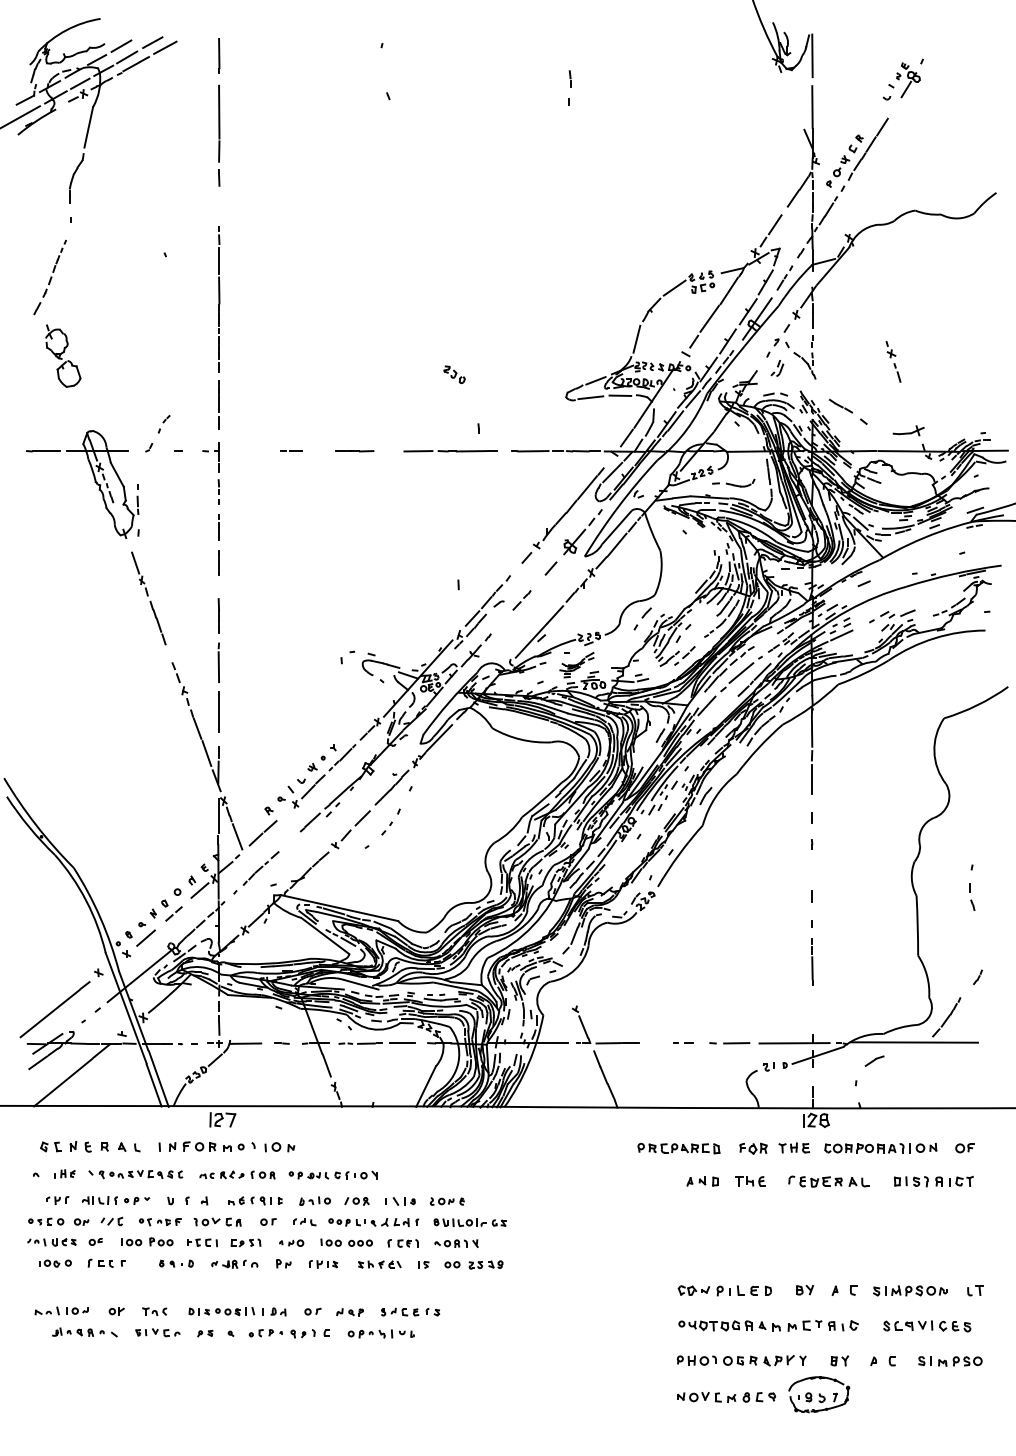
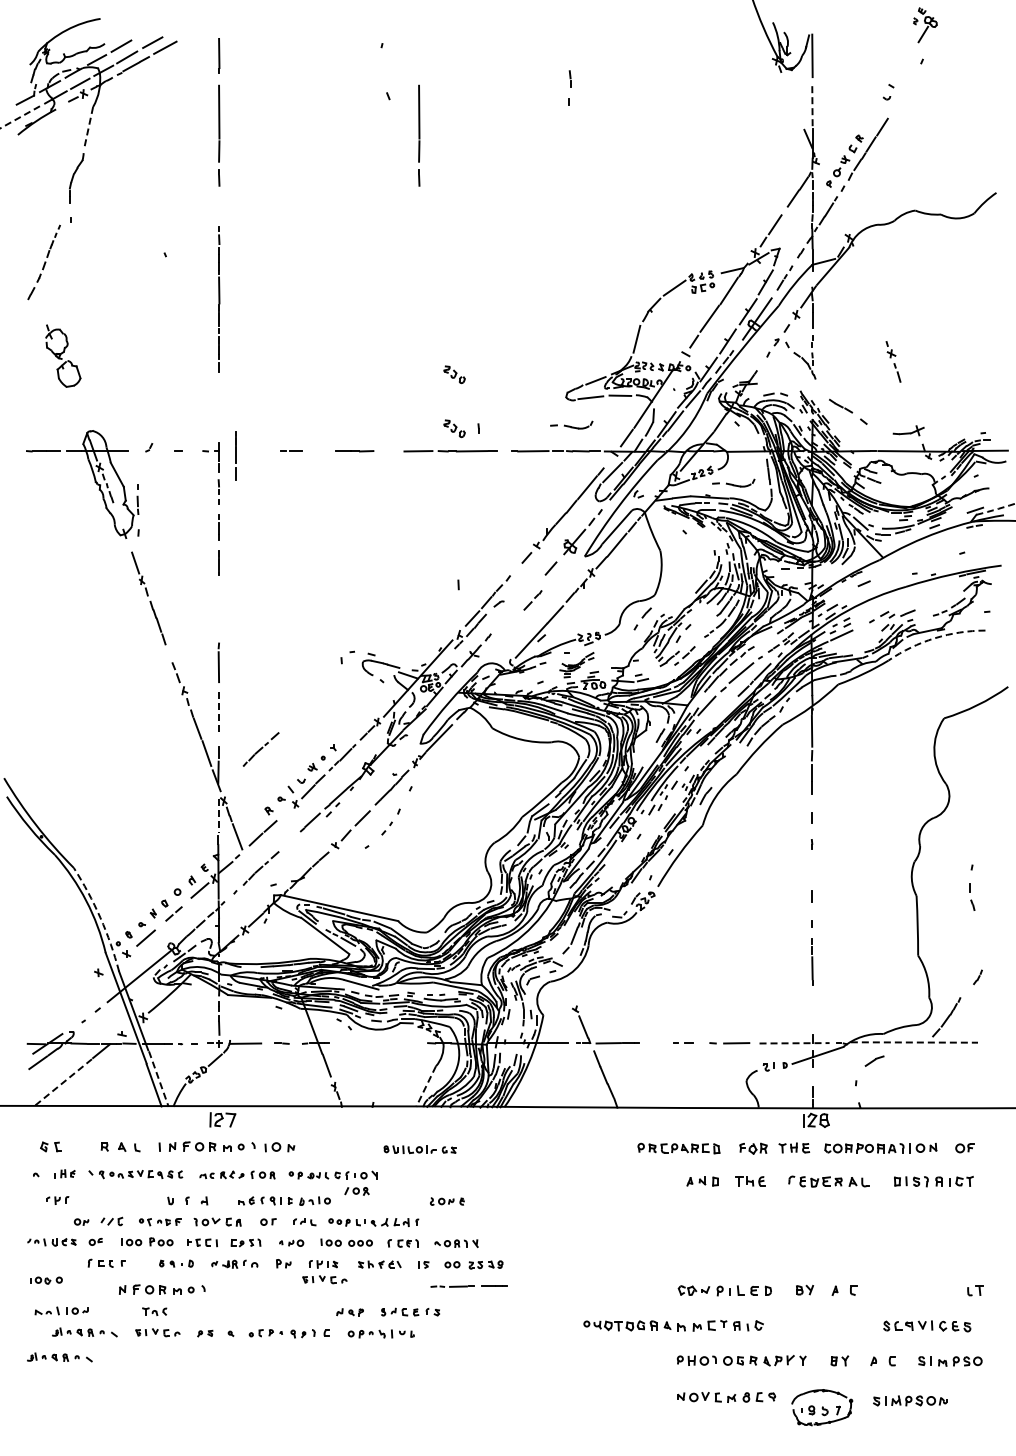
part at (908, 80) position: (908, 80) -> (925, 25)
line at (812, 107): solid -> dashed
line at (20, 117): solid -> dashed
line at (88, 127): solid -> dashed
line at (419, 135): none -> present
part at (49, 277) position: (49, 277) -> (43, 262)
part at (777, 367): present -> none
line at (218, 404) position: (218, 404) -> (235, 455)
part at (163, 424): present -> none
part at (571, 424): none -> present
part at (454, 428): none -> present
arc at (996, 509): solid -> dashed
part at (521, 600) position: (521, 600) -> (532, 600)
line at (218, 615): present -> none
arc at (934, 638): solid -> dashed
line at (218, 712): solid -> dashed
line at (260, 749): none -> present
line at (218, 815): solid -> dashed
arc at (100, 917): solid -> dashed
line at (54, 1009): present -> none
line at (914, 1042): solid -> dashed
line at (376, 1043) position: (376, 1043) -> (468, 1286)
line at (795, 1043): solid -> dashed
line at (159, 1079): solid -> dashed
line at (62, 1083): solid -> dashed
line at (426, 1086): solid -> dashed
part at (80, 1146): present -> none
part at (116, 1200): present -> none
part at (255, 1200) position: (255, 1200) -> (265, 1200)
part at (356, 1201) position: (356, 1201) -> (356, 1191)
part at (400, 1201): present -> none
part at (46, 1221): present -> none
part at (469, 1222) position: (469, 1222) -> (419, 1149)
part at (55, 1263) position: (55, 1263) -> (46, 1280)
part at (324, 1279): none -> present
part at (162, 1289): none -> present
part at (910, 1290) position: (910, 1290) -> (910, 1400)
part at (116, 1311): present -> none
part at (237, 1311): present -> none
part at (312, 1311): present -> none
part at (768, 1325) position: (768, 1325) -> (673, 1325)
part at (59, 1357): none -> present
part at (819, 1394) position: (819, 1394) -> (822, 1407)
